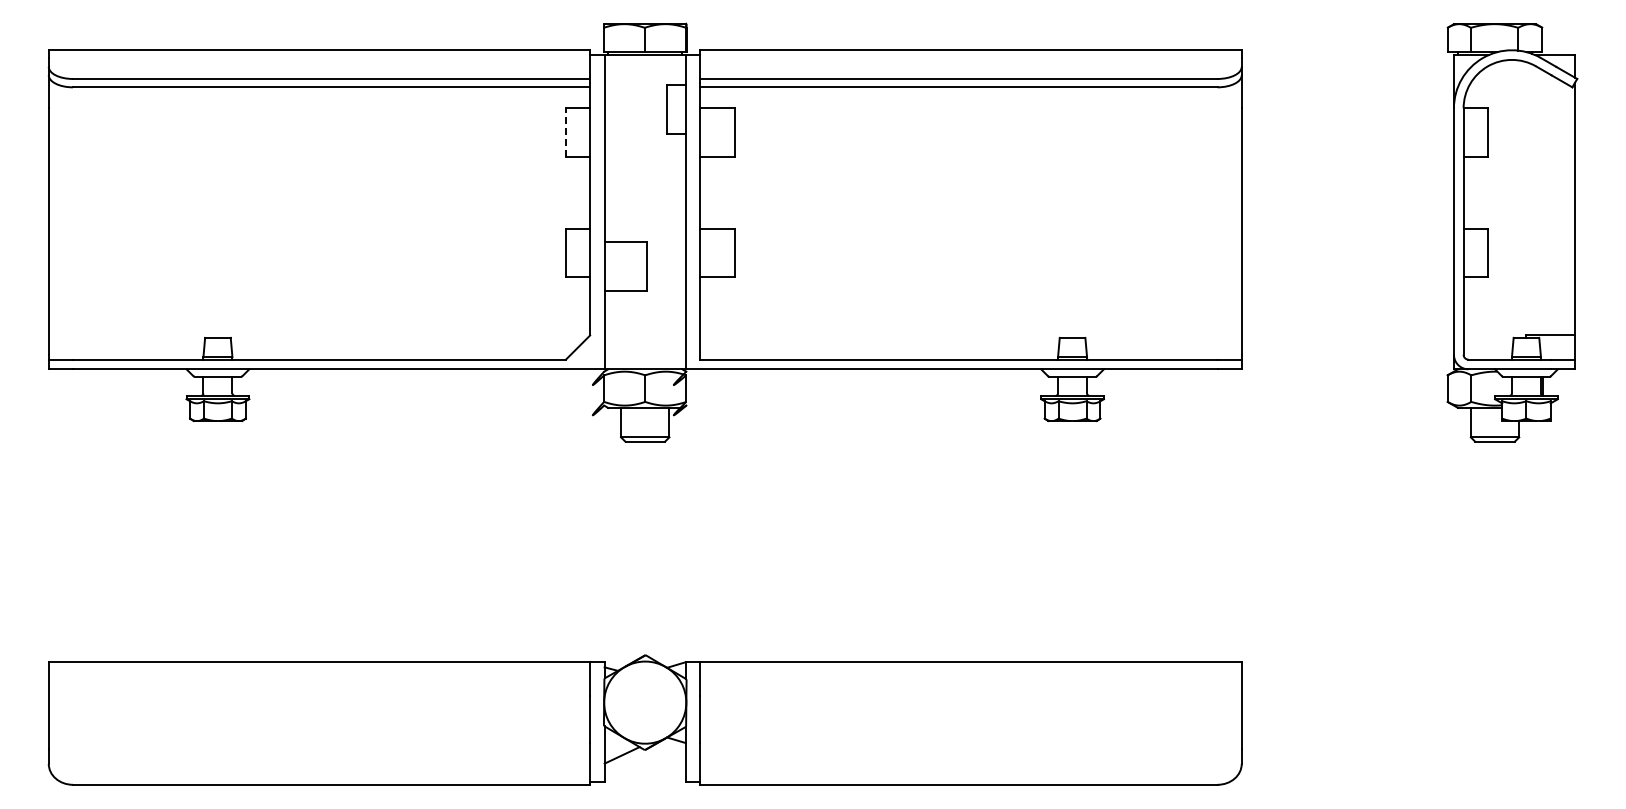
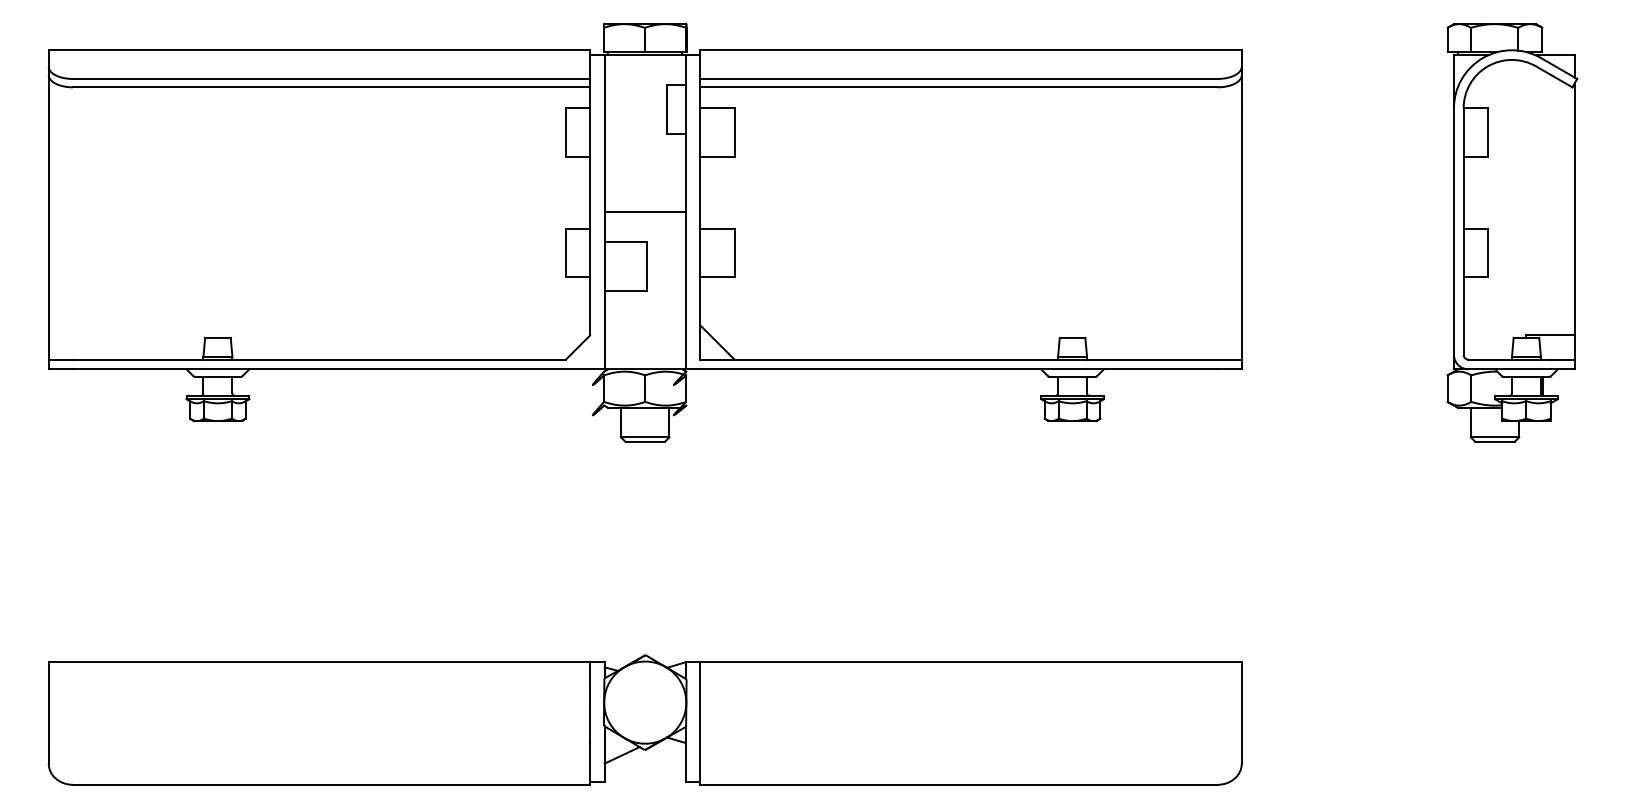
line at (565, 131): dashed -> solid
line at (644, 212): none -> present
line at (717, 342): none -> present
